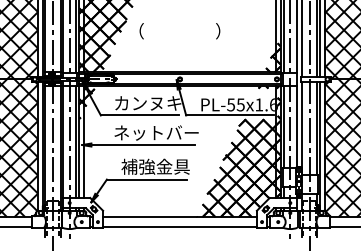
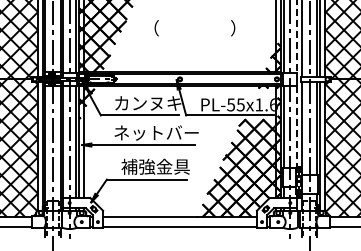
text at (179, 31) position: (179, 31) -> (194, 28)
line at (296, 37): solid -> dashed
line at (296, 126): solid -> dashed
